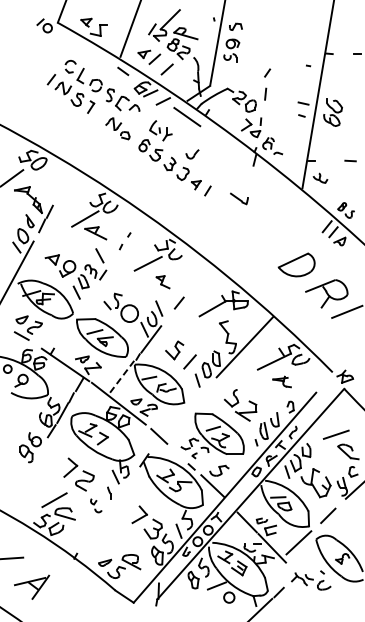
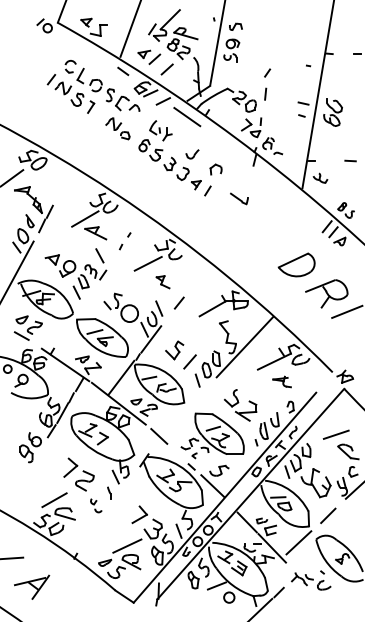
part at (215, 169): none -> present
line at (121, 378): dashed -> solid
line at (127, 545): none -> present
